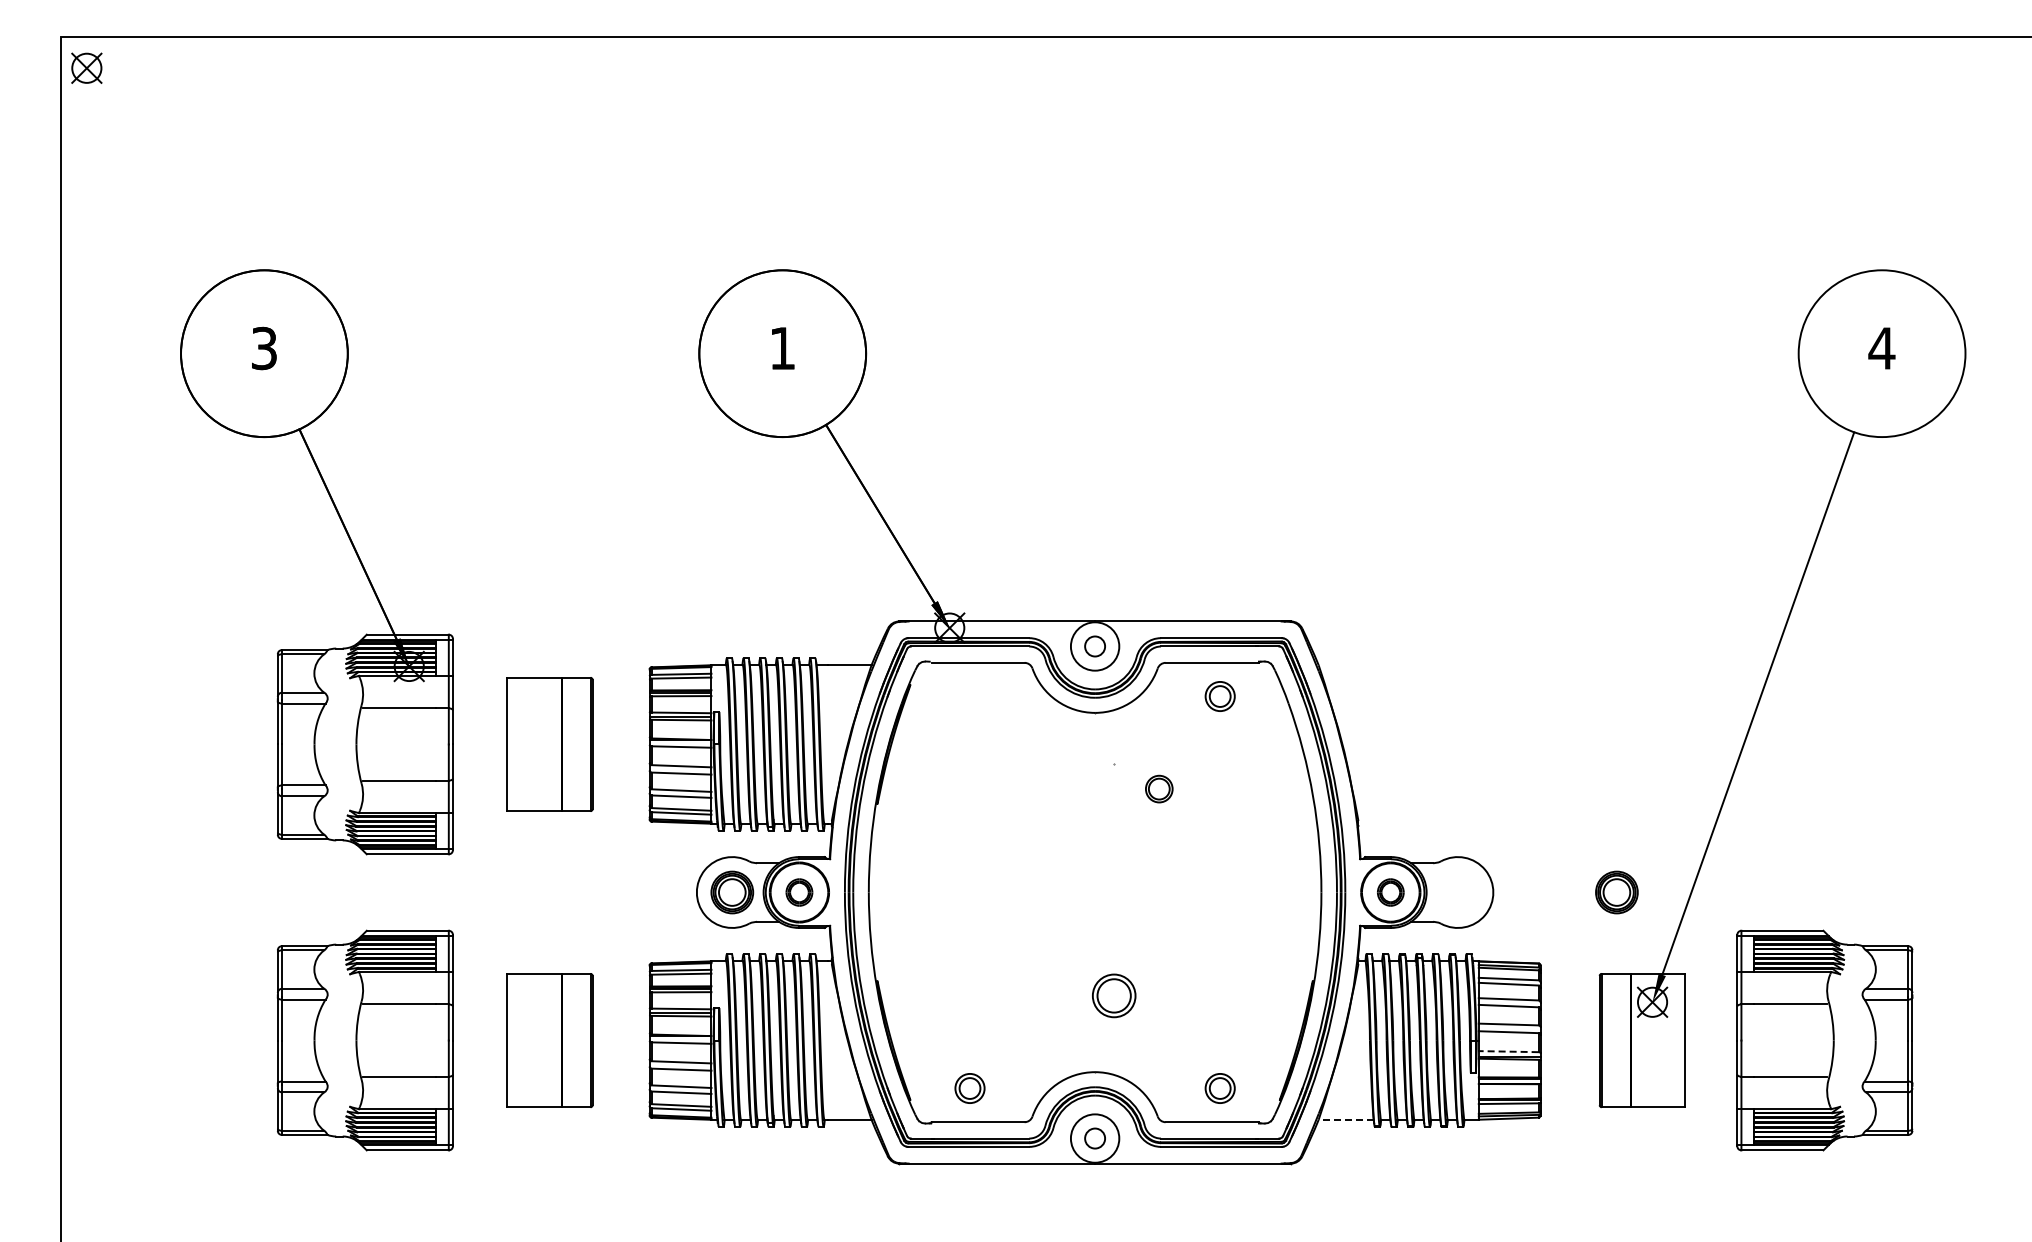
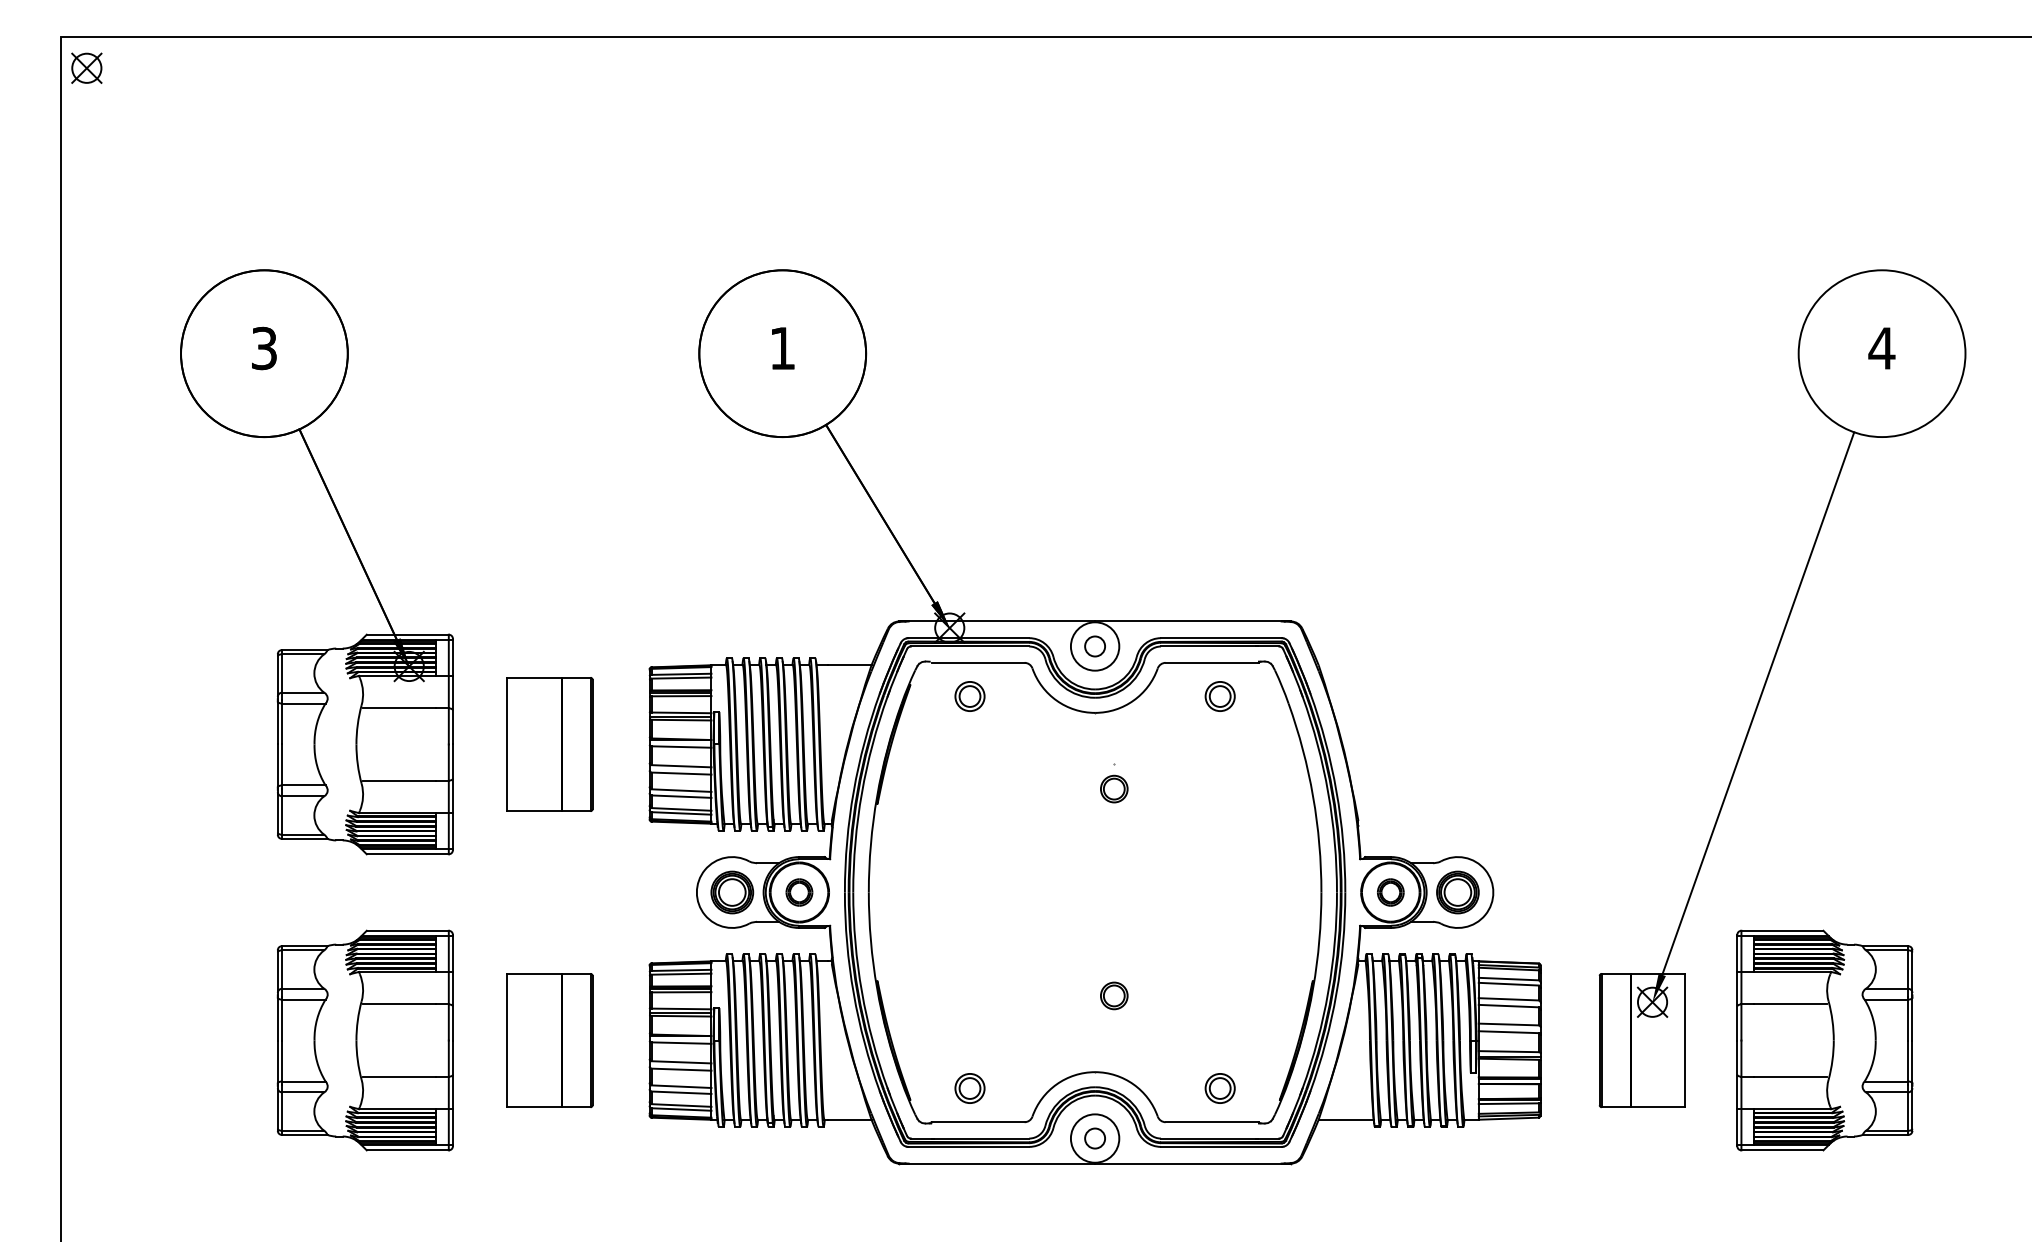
part at (969, 696): none -> present
part at (1159, 788) position: (1159, 788) -> (1114, 788)
part at (1616, 892) position: (1616, 892) -> (1457, 892)
part at (1114, 995) size: 45x46 px -> 29x30 px
line at (1508, 1051): dashed -> solid
line at (1346, 1119): dashed -> solid
